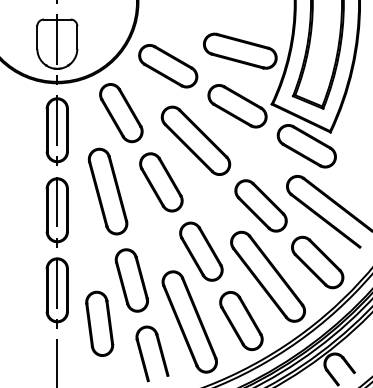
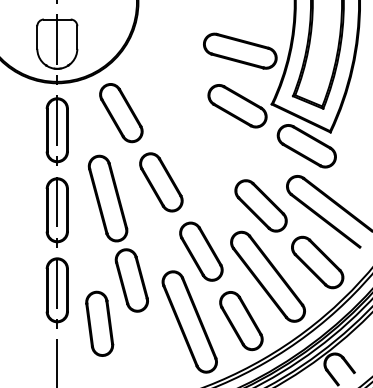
part at (168, 66): present -> none
part at (195, 140): present -> none
part at (107, 191) position: (107, 191) -> (107, 198)
part at (159, 350): present -> none
